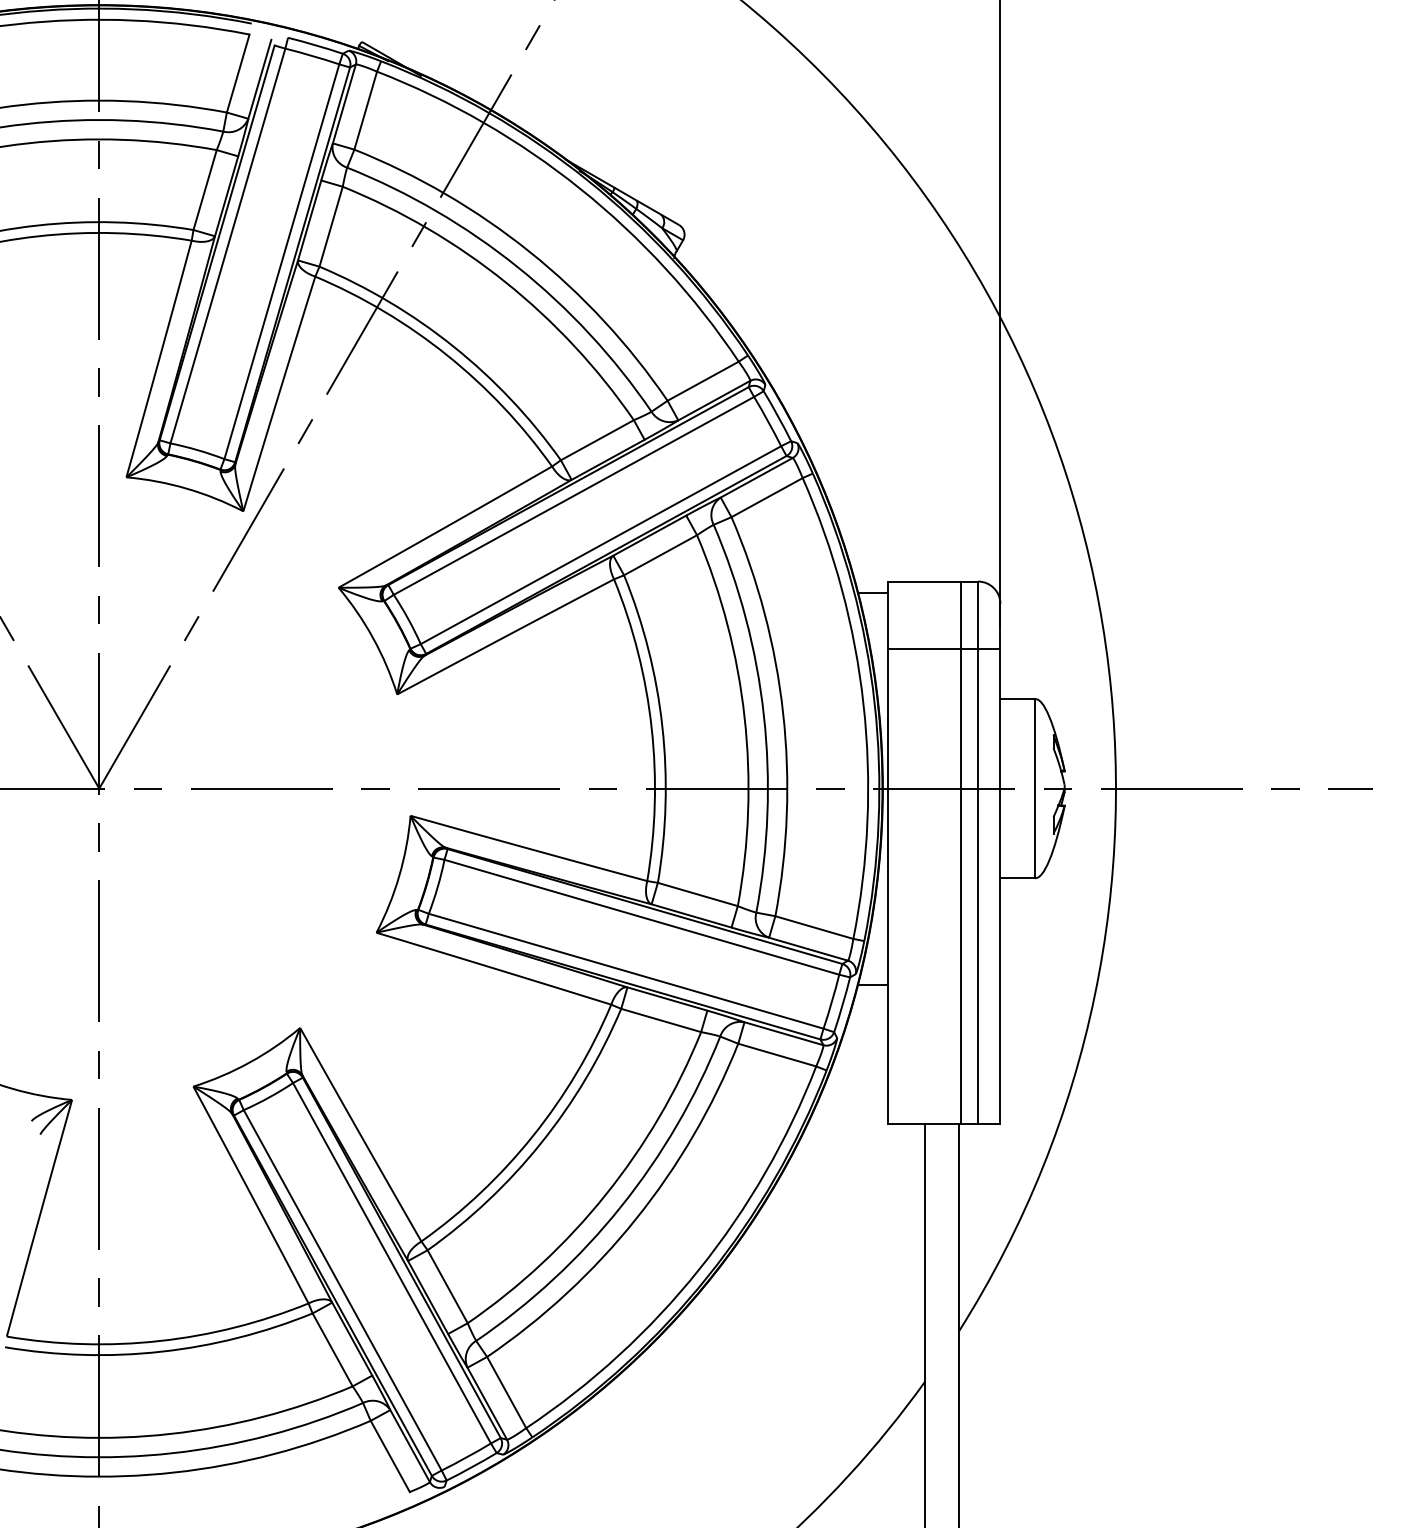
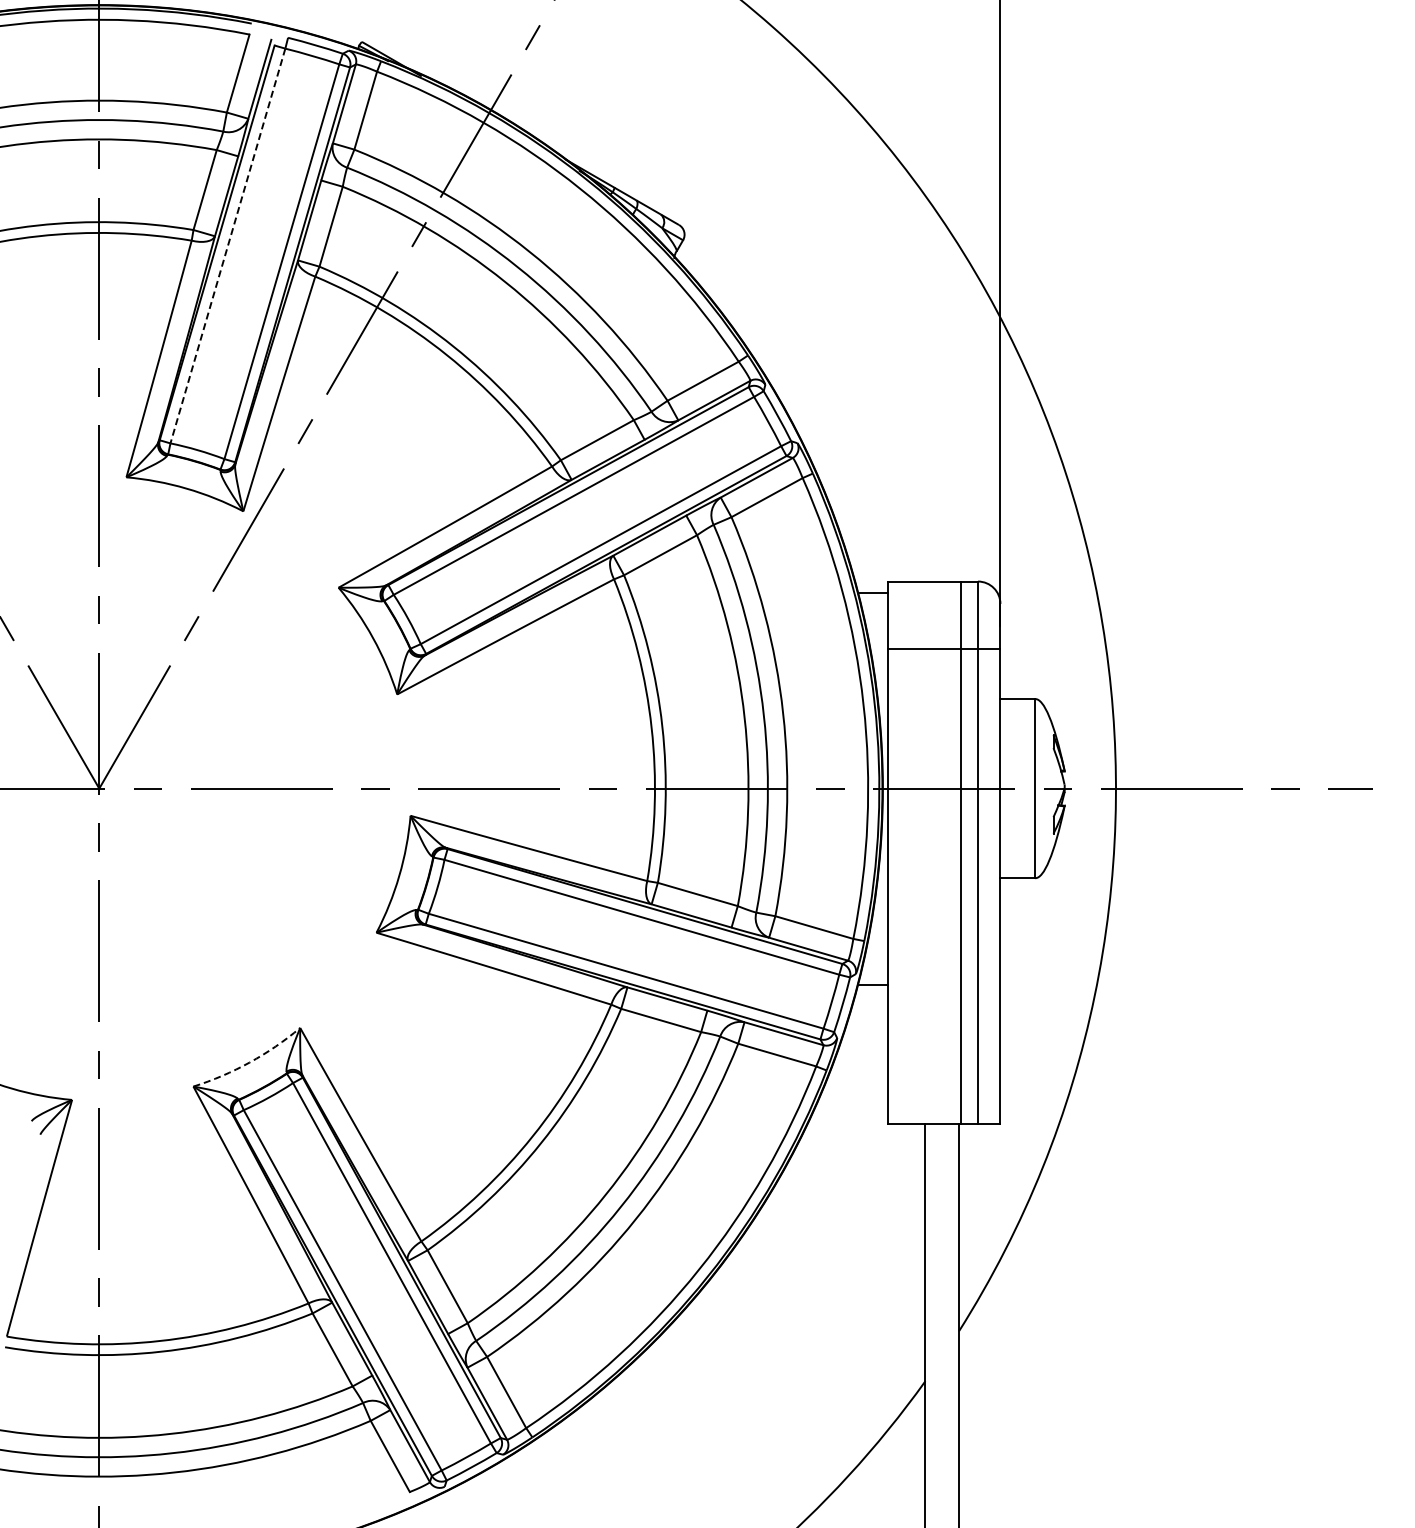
line at (227, 246): solid -> dashed
arc at (249, 1062): solid -> dashed
